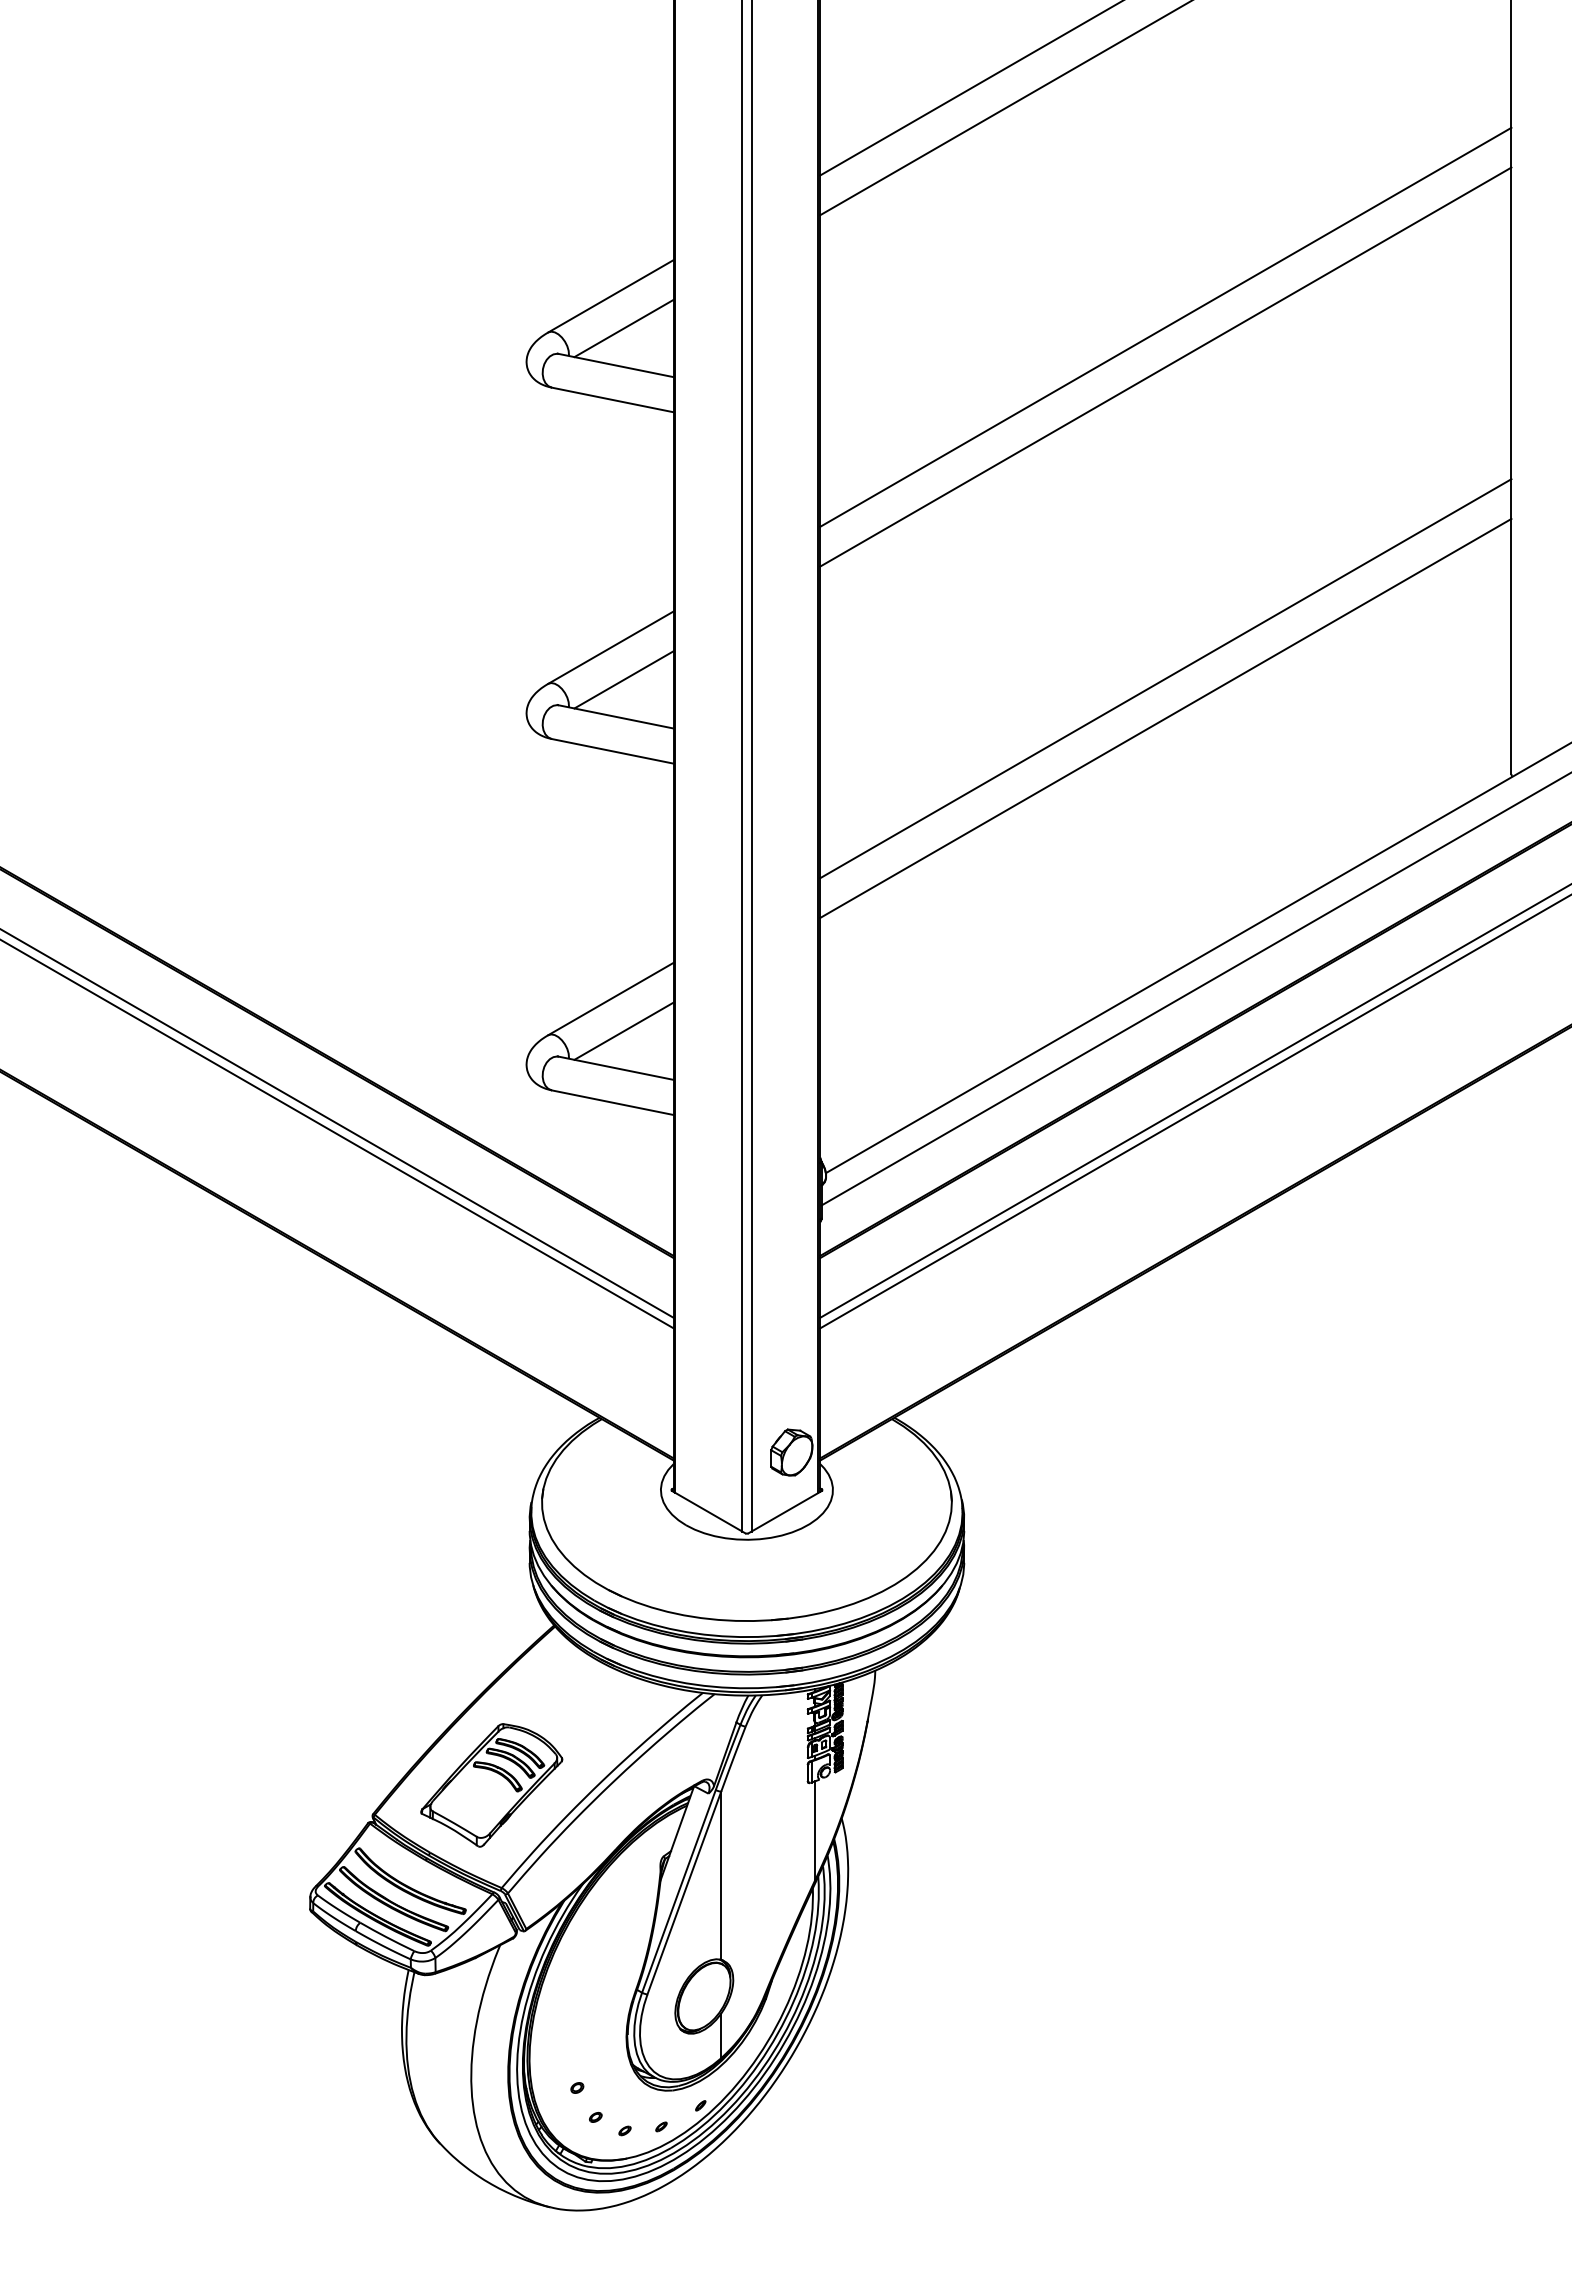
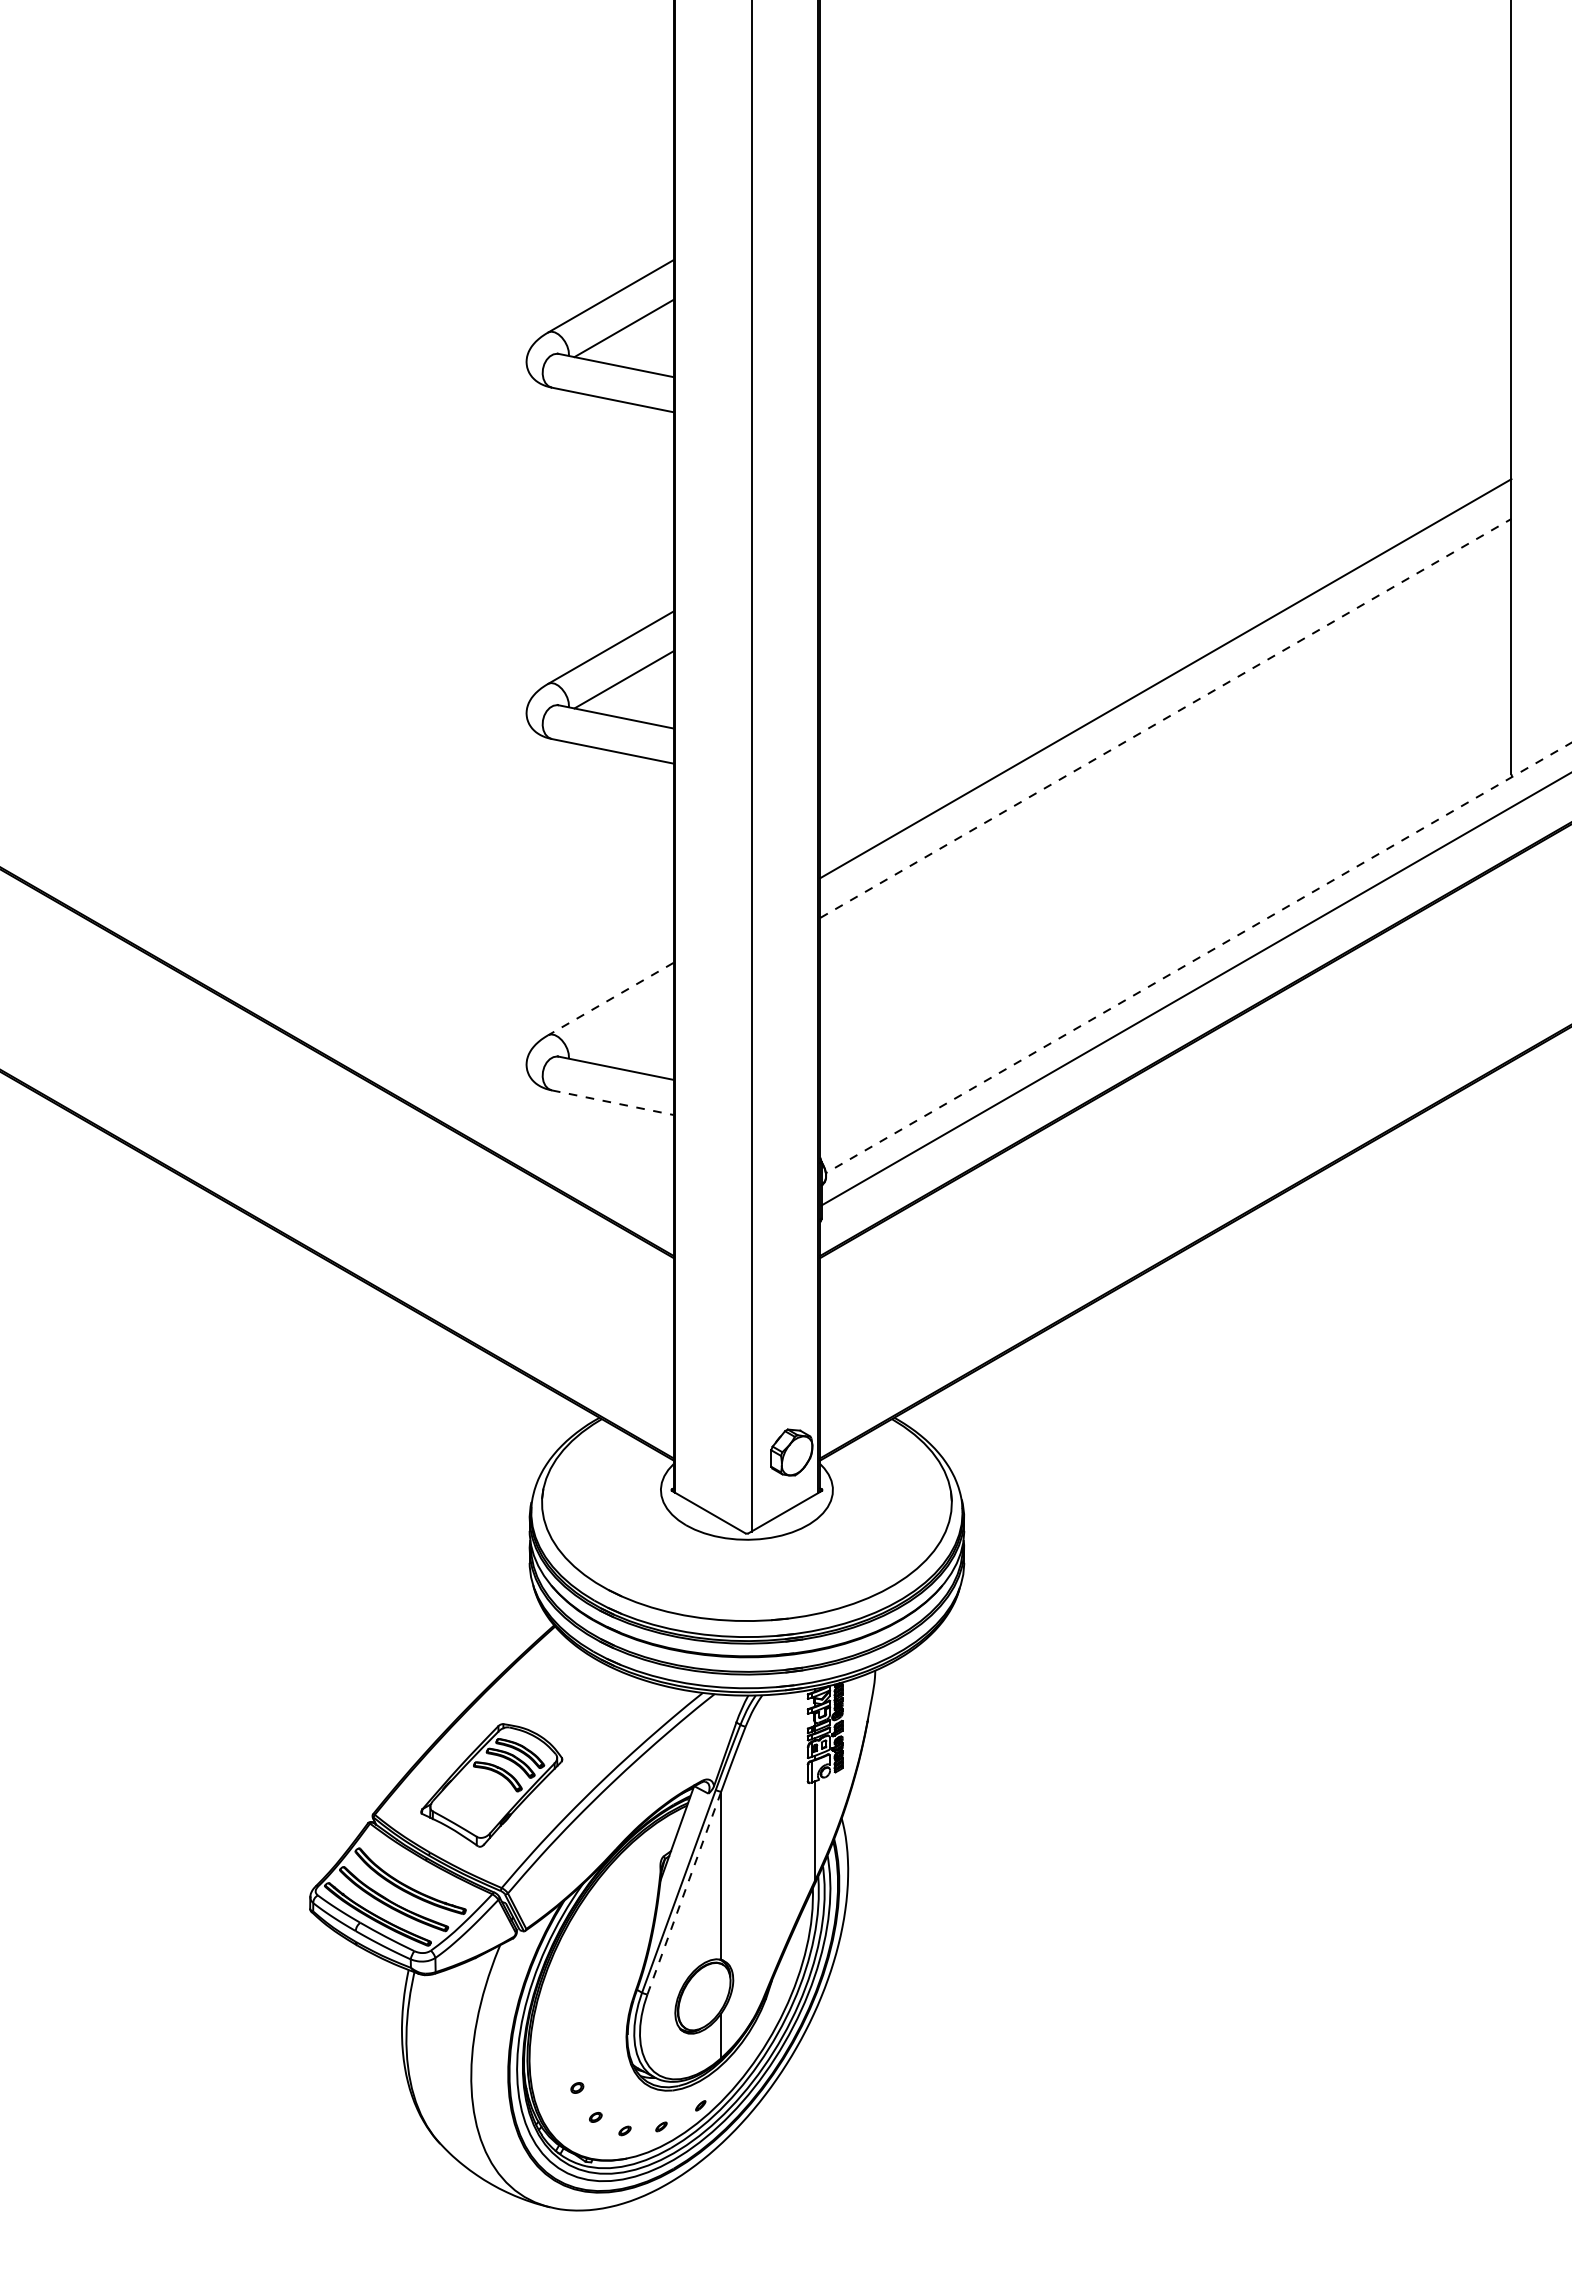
line at (970, 88): present -> none
line at (1004, 108): present -> none
line at (1165, 326): present -> none
line at (1165, 366): present -> none
line at (1166, 718): solid -> dashed
line at (742, 766): present -> none
line at (1198, 958): solid -> dashed
line at (610, 999): solid -> dashed
line at (623, 1030): present -> none
line at (1194, 1101): present -> none
line at (613, 1102): solid -> dashed
line at (1194, 1112): present -> none
line at (337, 1123): present -> none
line at (337, 1134): present -> none
line at (684, 1893): solid -> dashed
